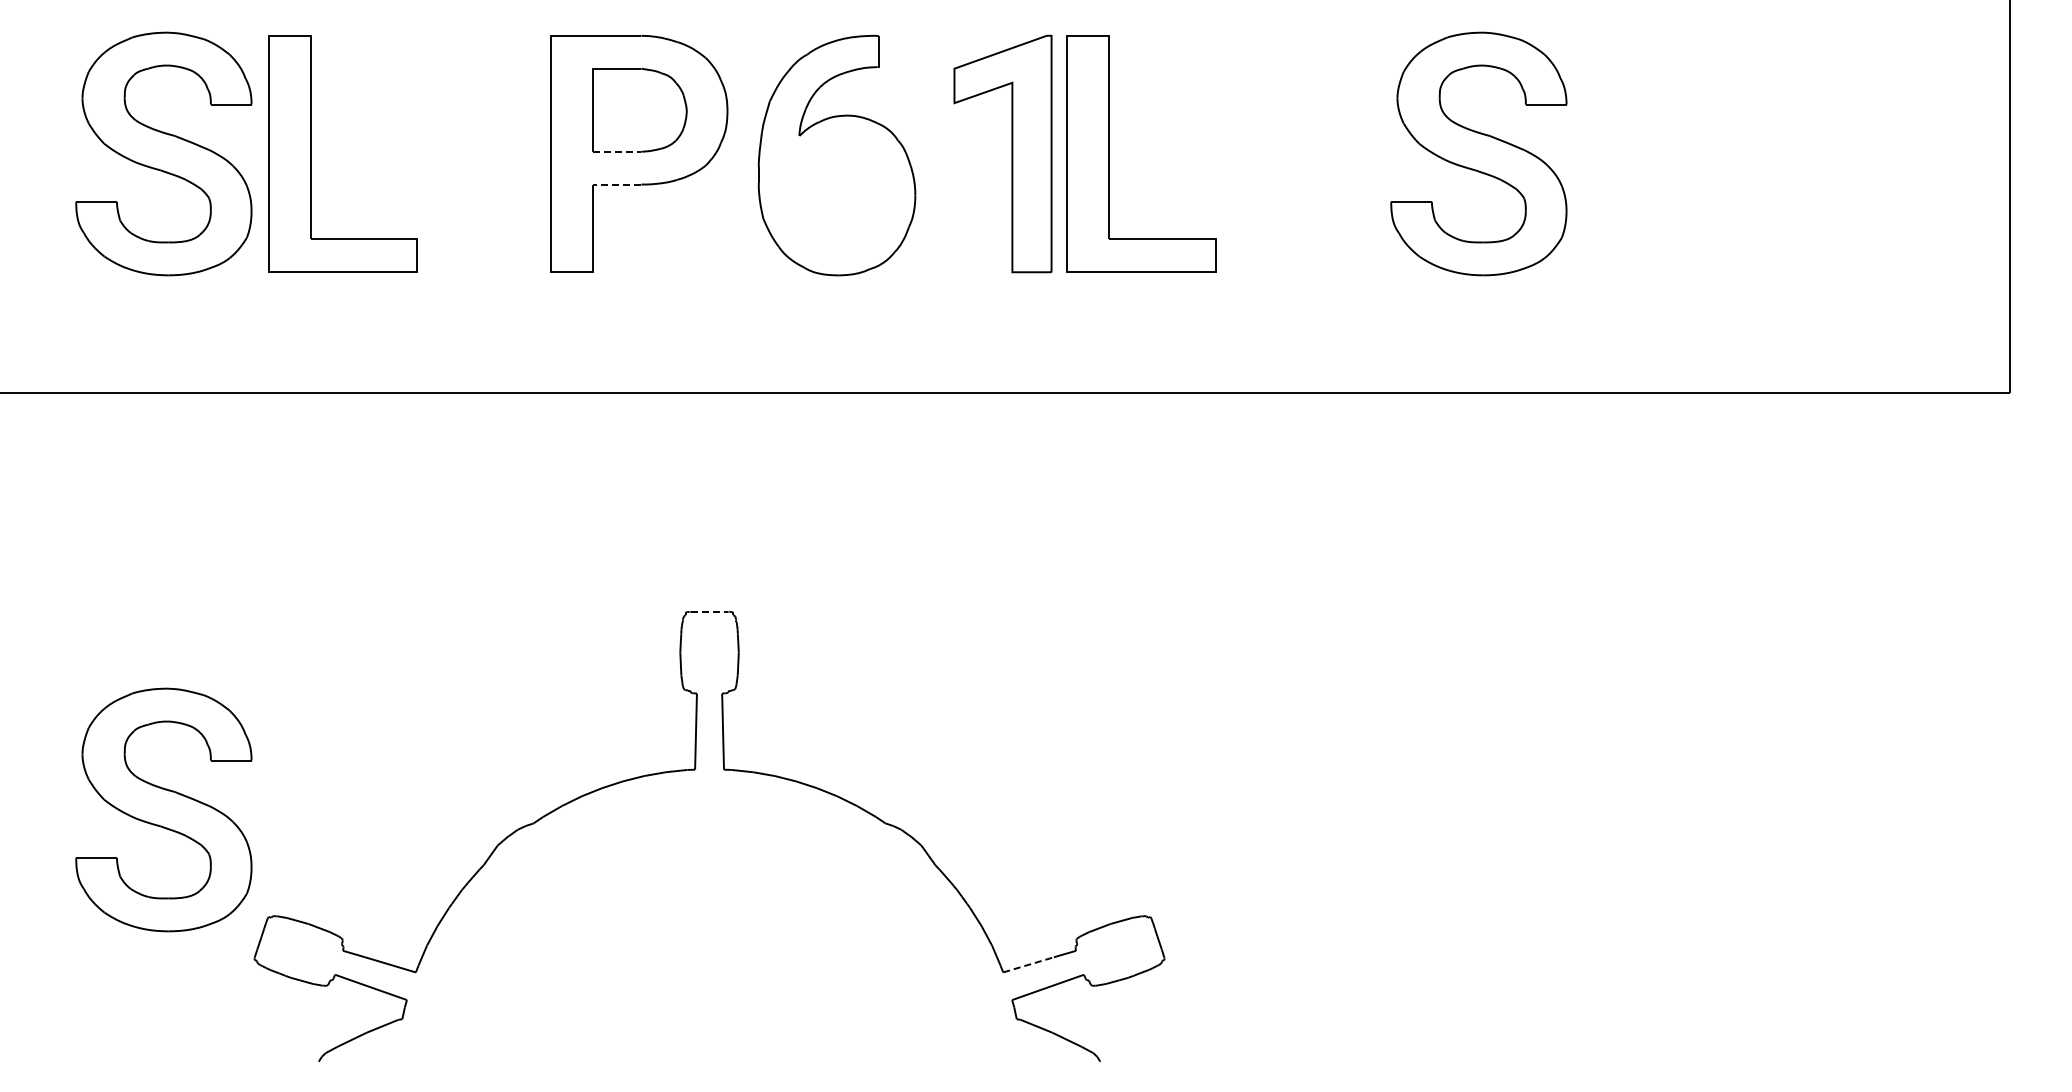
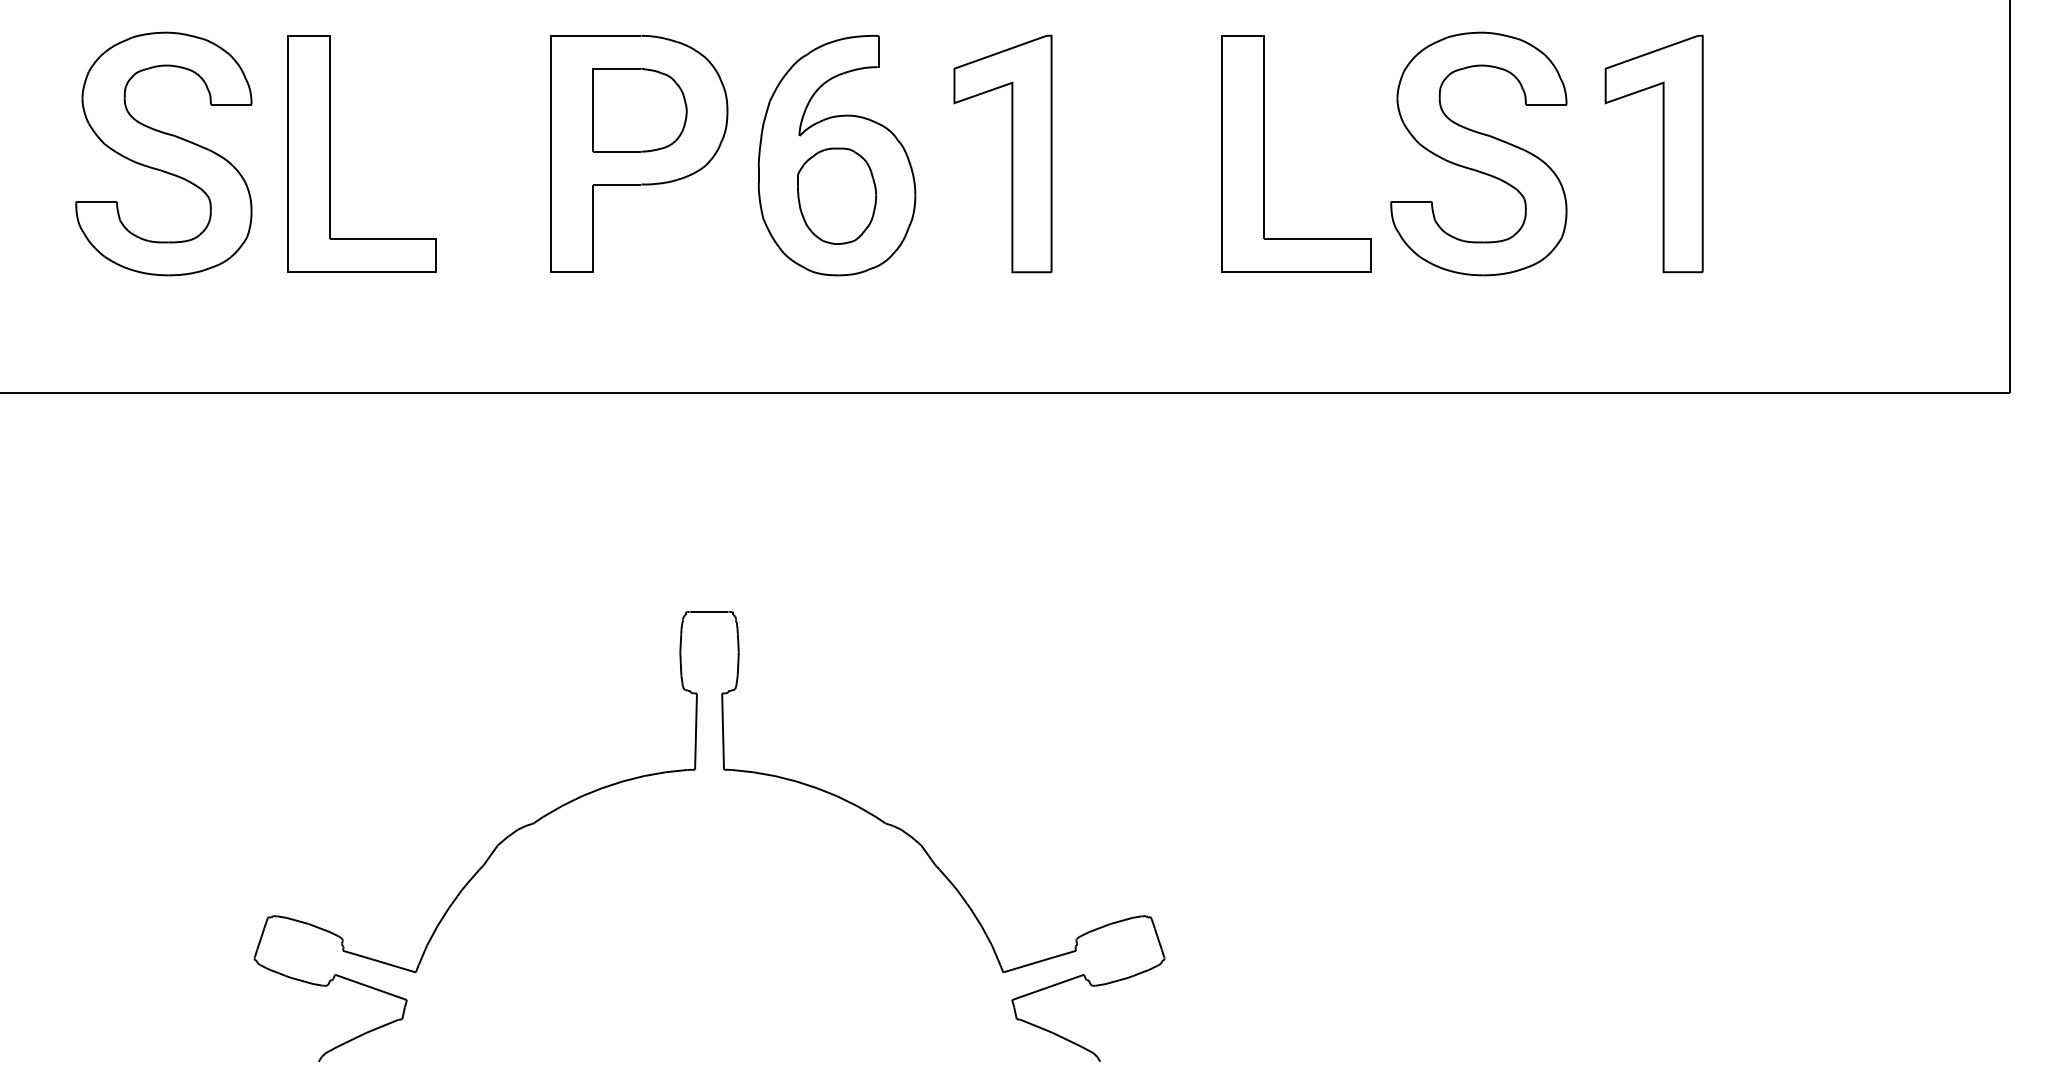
line at (617, 151): dashed -> solid
part at (311, 153) position: (311, 153) -> (330, 153)
part at (1109, 153) position: (1109, 153) -> (1264, 153)
part at (1662, 153): none -> present
line at (616, 184): dashed -> solid
part at (837, 195): none -> present
line at (709, 611): dashed -> solid
part at (163, 809): present -> none
line at (1029, 964): dashed -> solid
